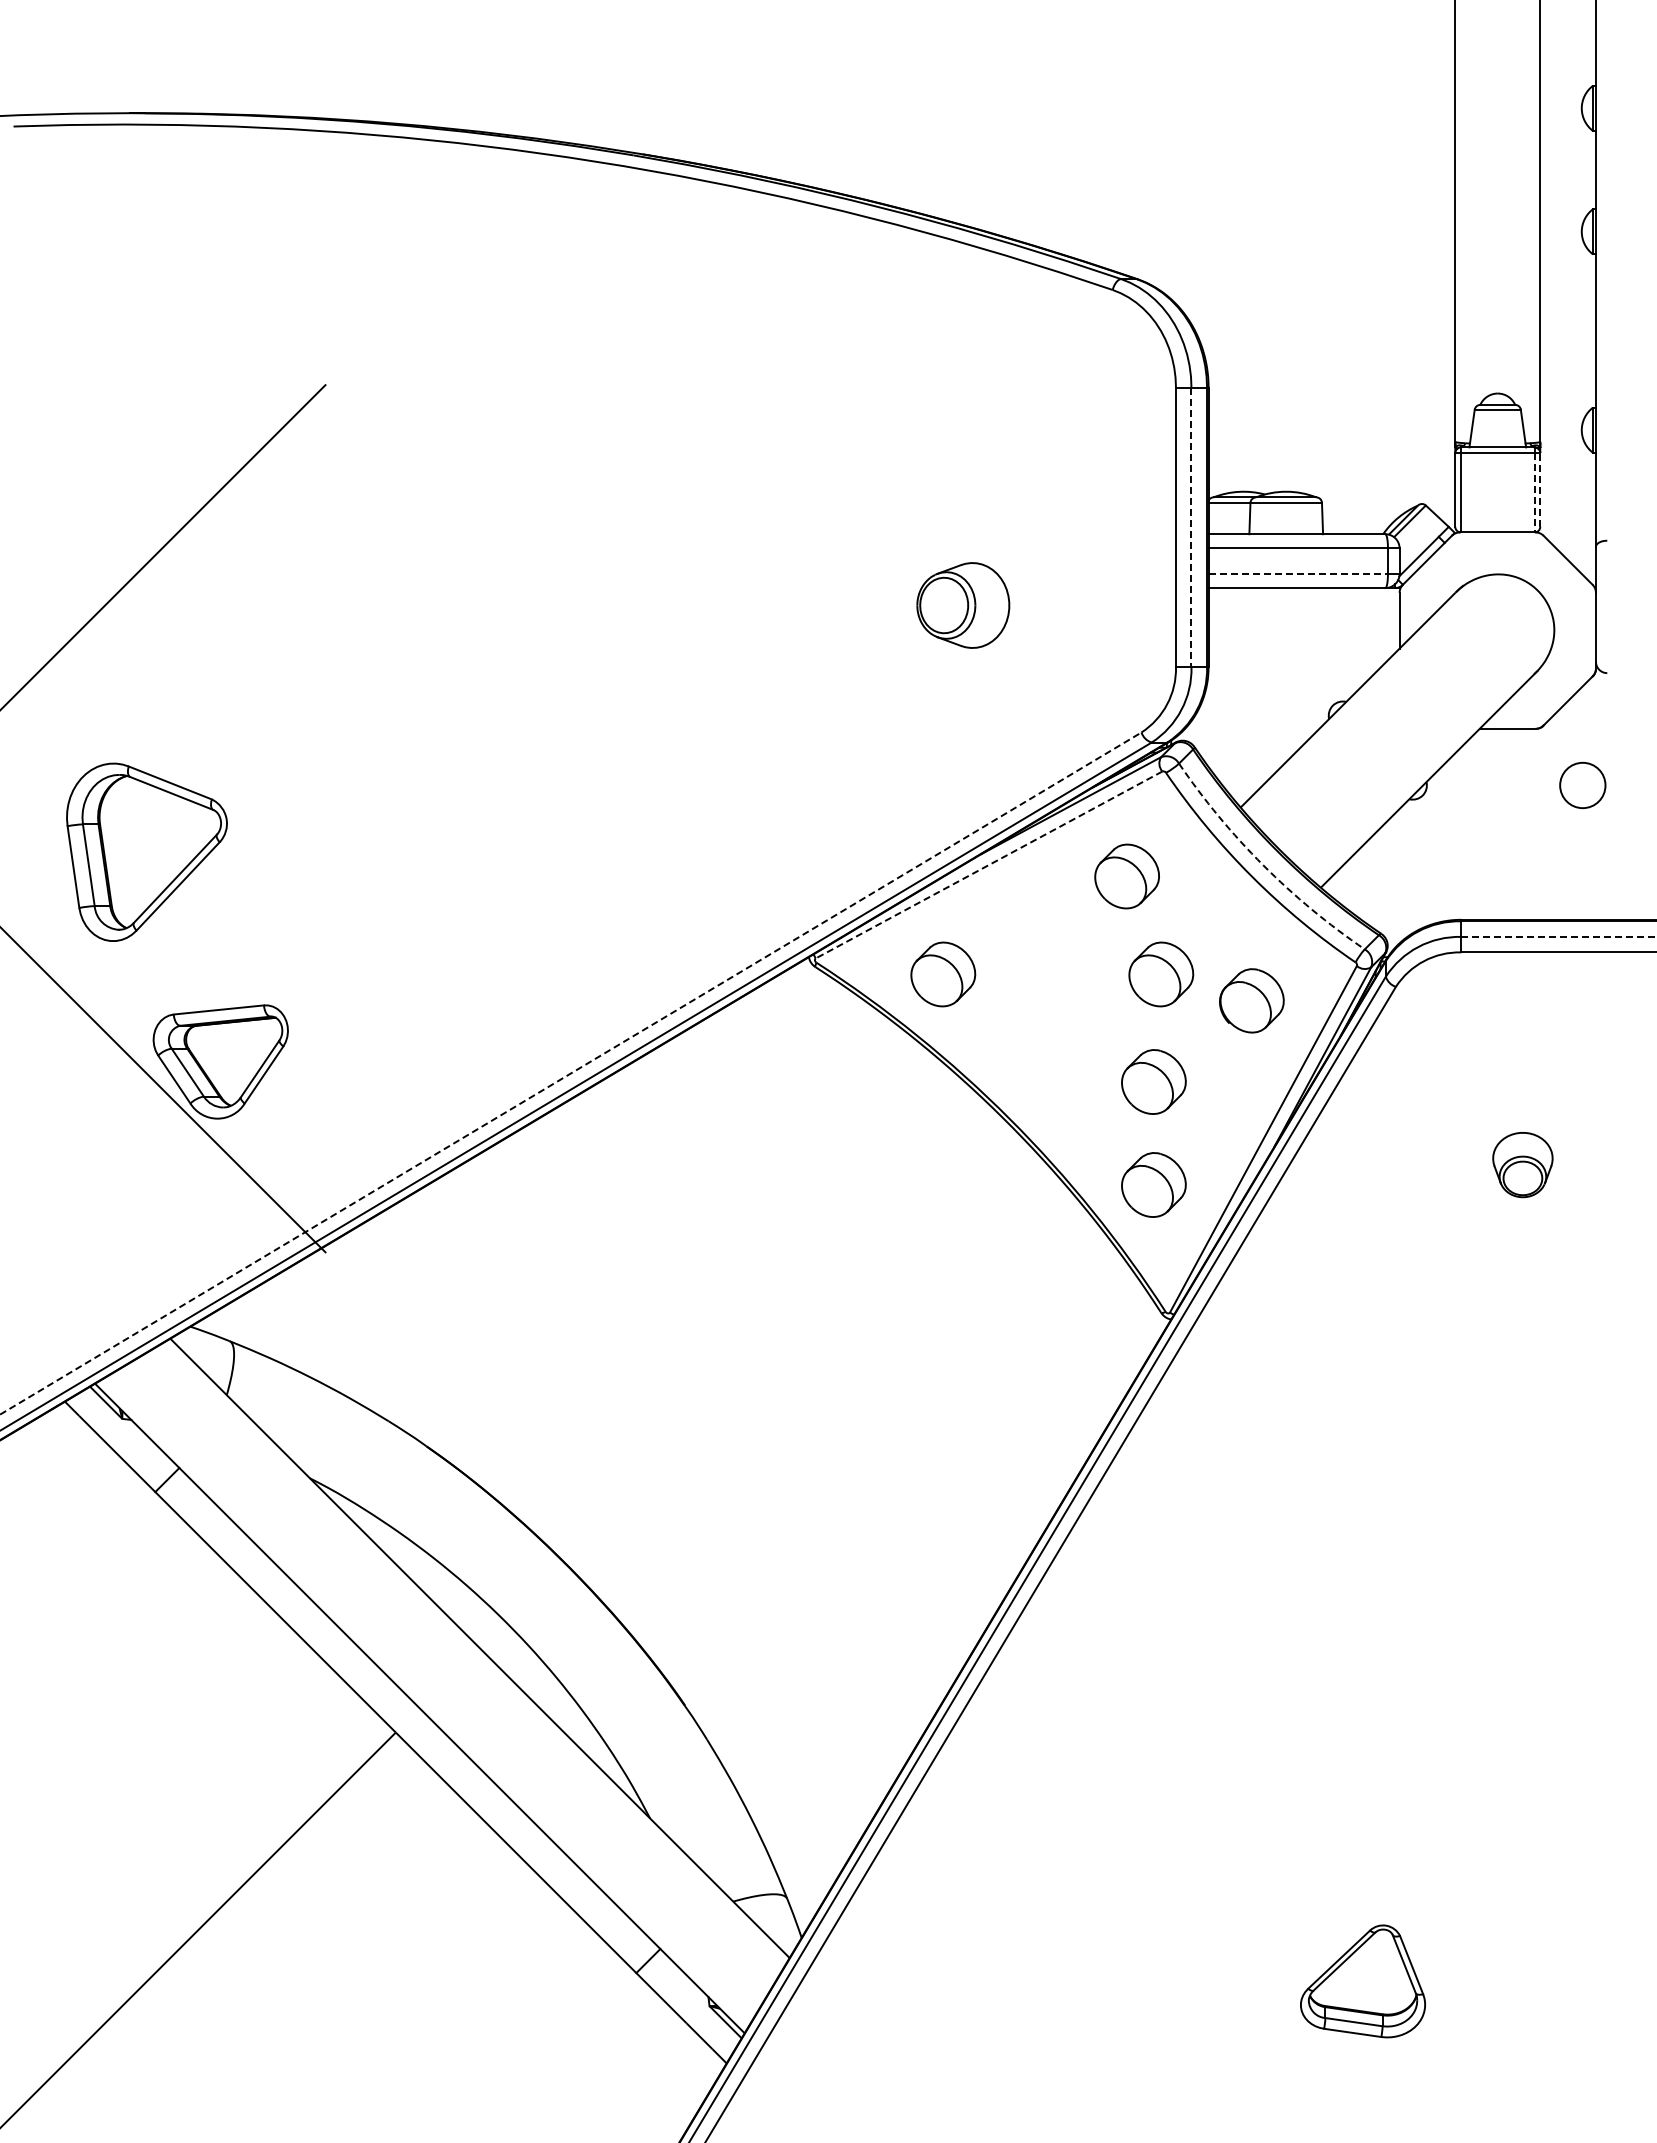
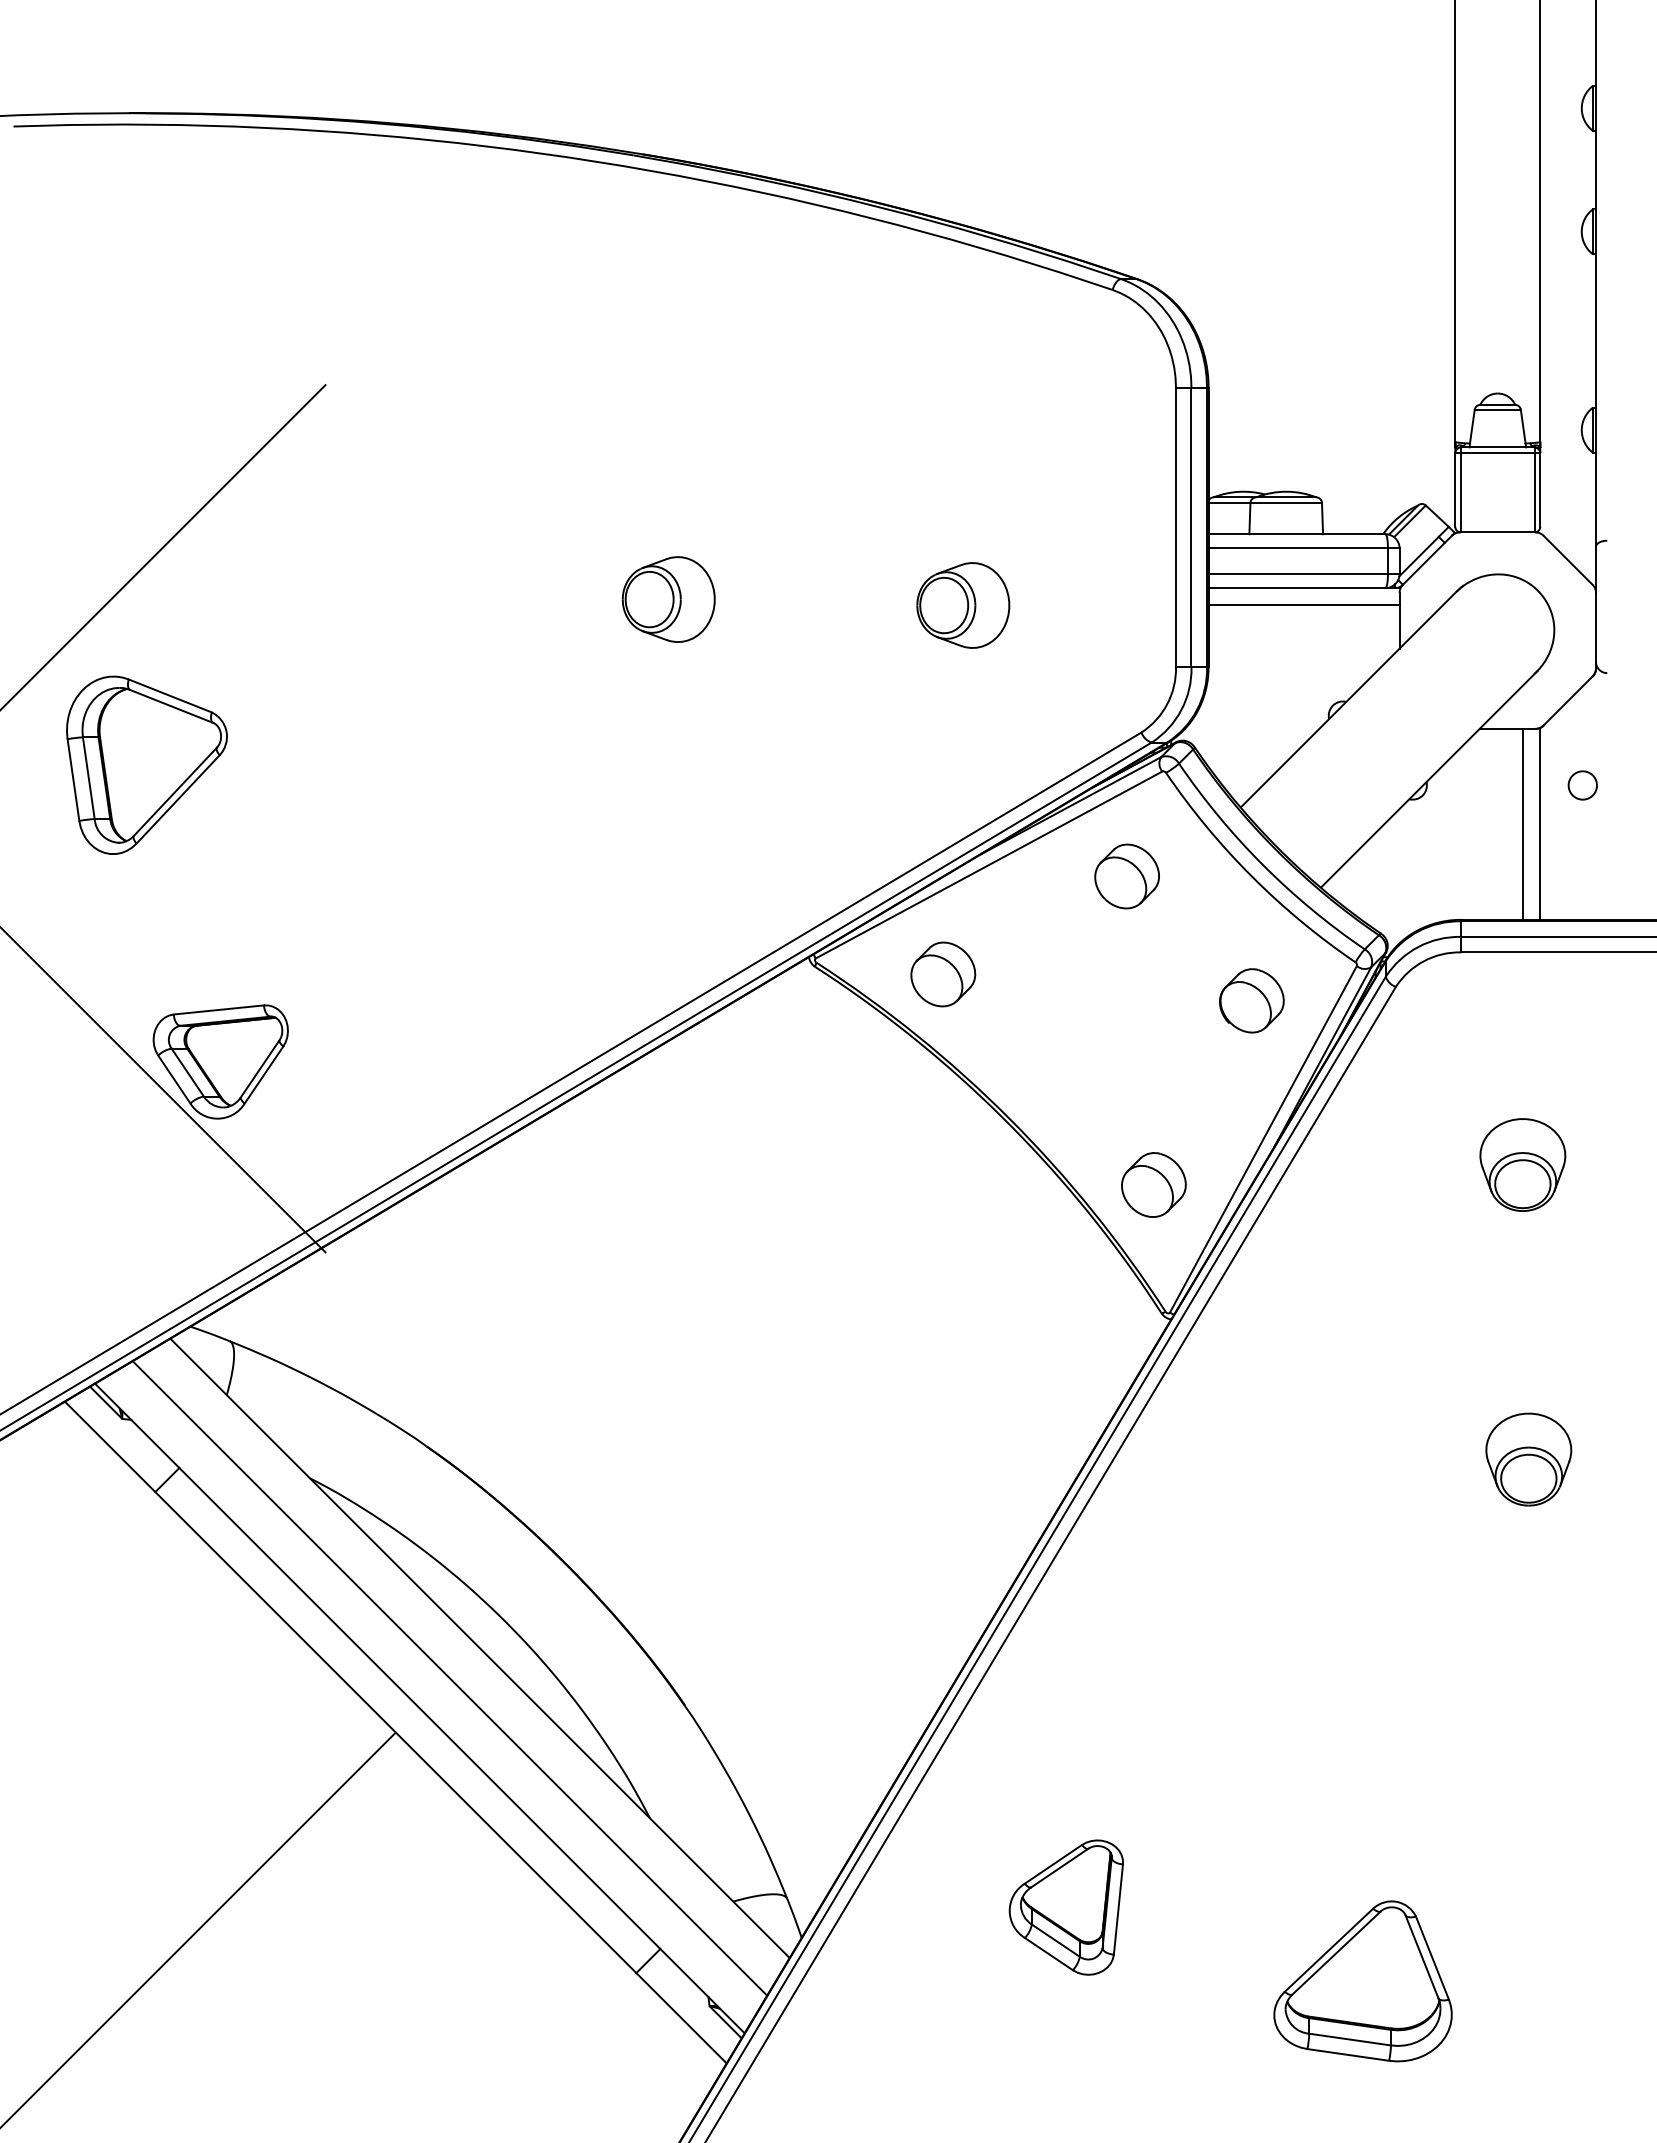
line at (1540, 489): dashed -> solid
line at (1534, 492): dashed -> solid
line at (1191, 527): dashed -> solid
line at (1298, 573): dashed -> solid
part at (668, 599): none -> present
line at (1303, 605): none -> present
circle at (1582, 785) diameter: 45 px -> 28 px
line at (1523, 823): none -> present
line at (1540, 823): none -> present
part at (146, 851) position: (146, 851) -> (146, 764)
line at (989, 864): dashed -> solid
arc at (1263, 865): dashed -> solid
line at (1559, 936): dashed -> solid
part at (1161, 974): present -> none
line at (570, 1073): dashed -> solid
part at (1153, 1081): present -> none
part at (1522, 1165) size: 62x67 px -> 88x94 px
part at (1528, 1459): none -> present
line at (449, 1678): none -> present
part at (1065, 1907): none -> present
part at (1362, 1981) size: 126x115 px -> 180x163 px
